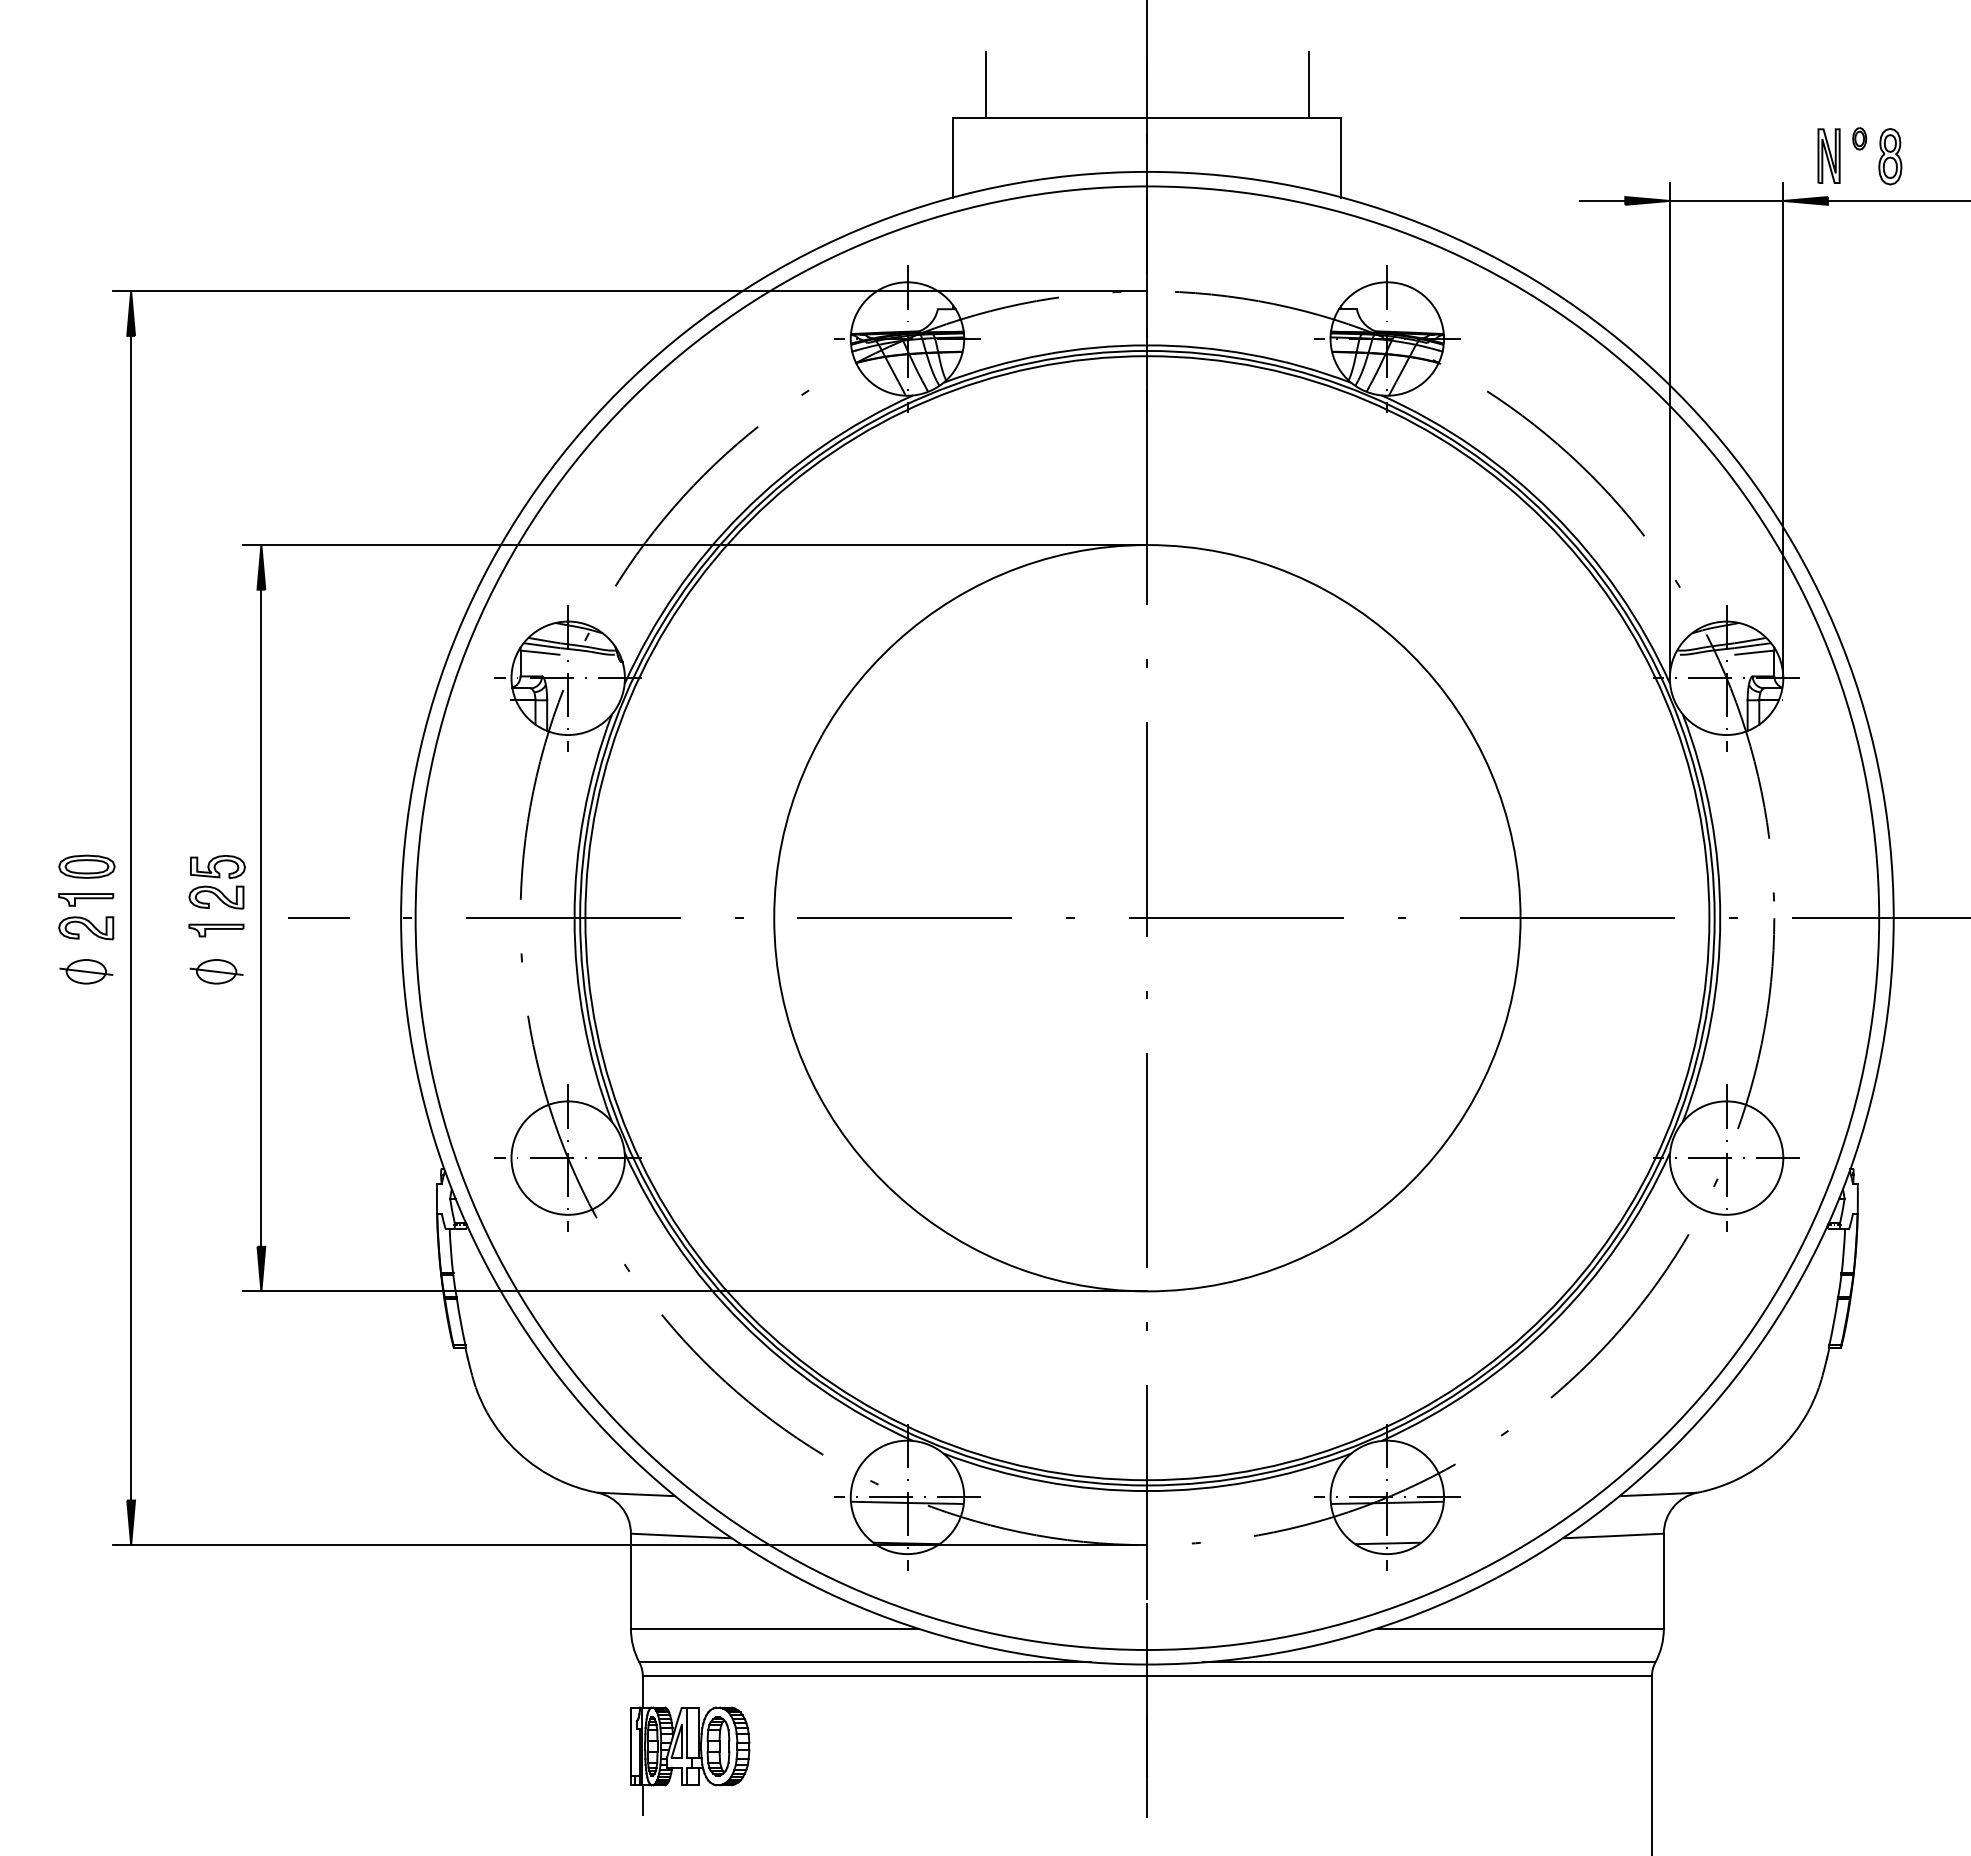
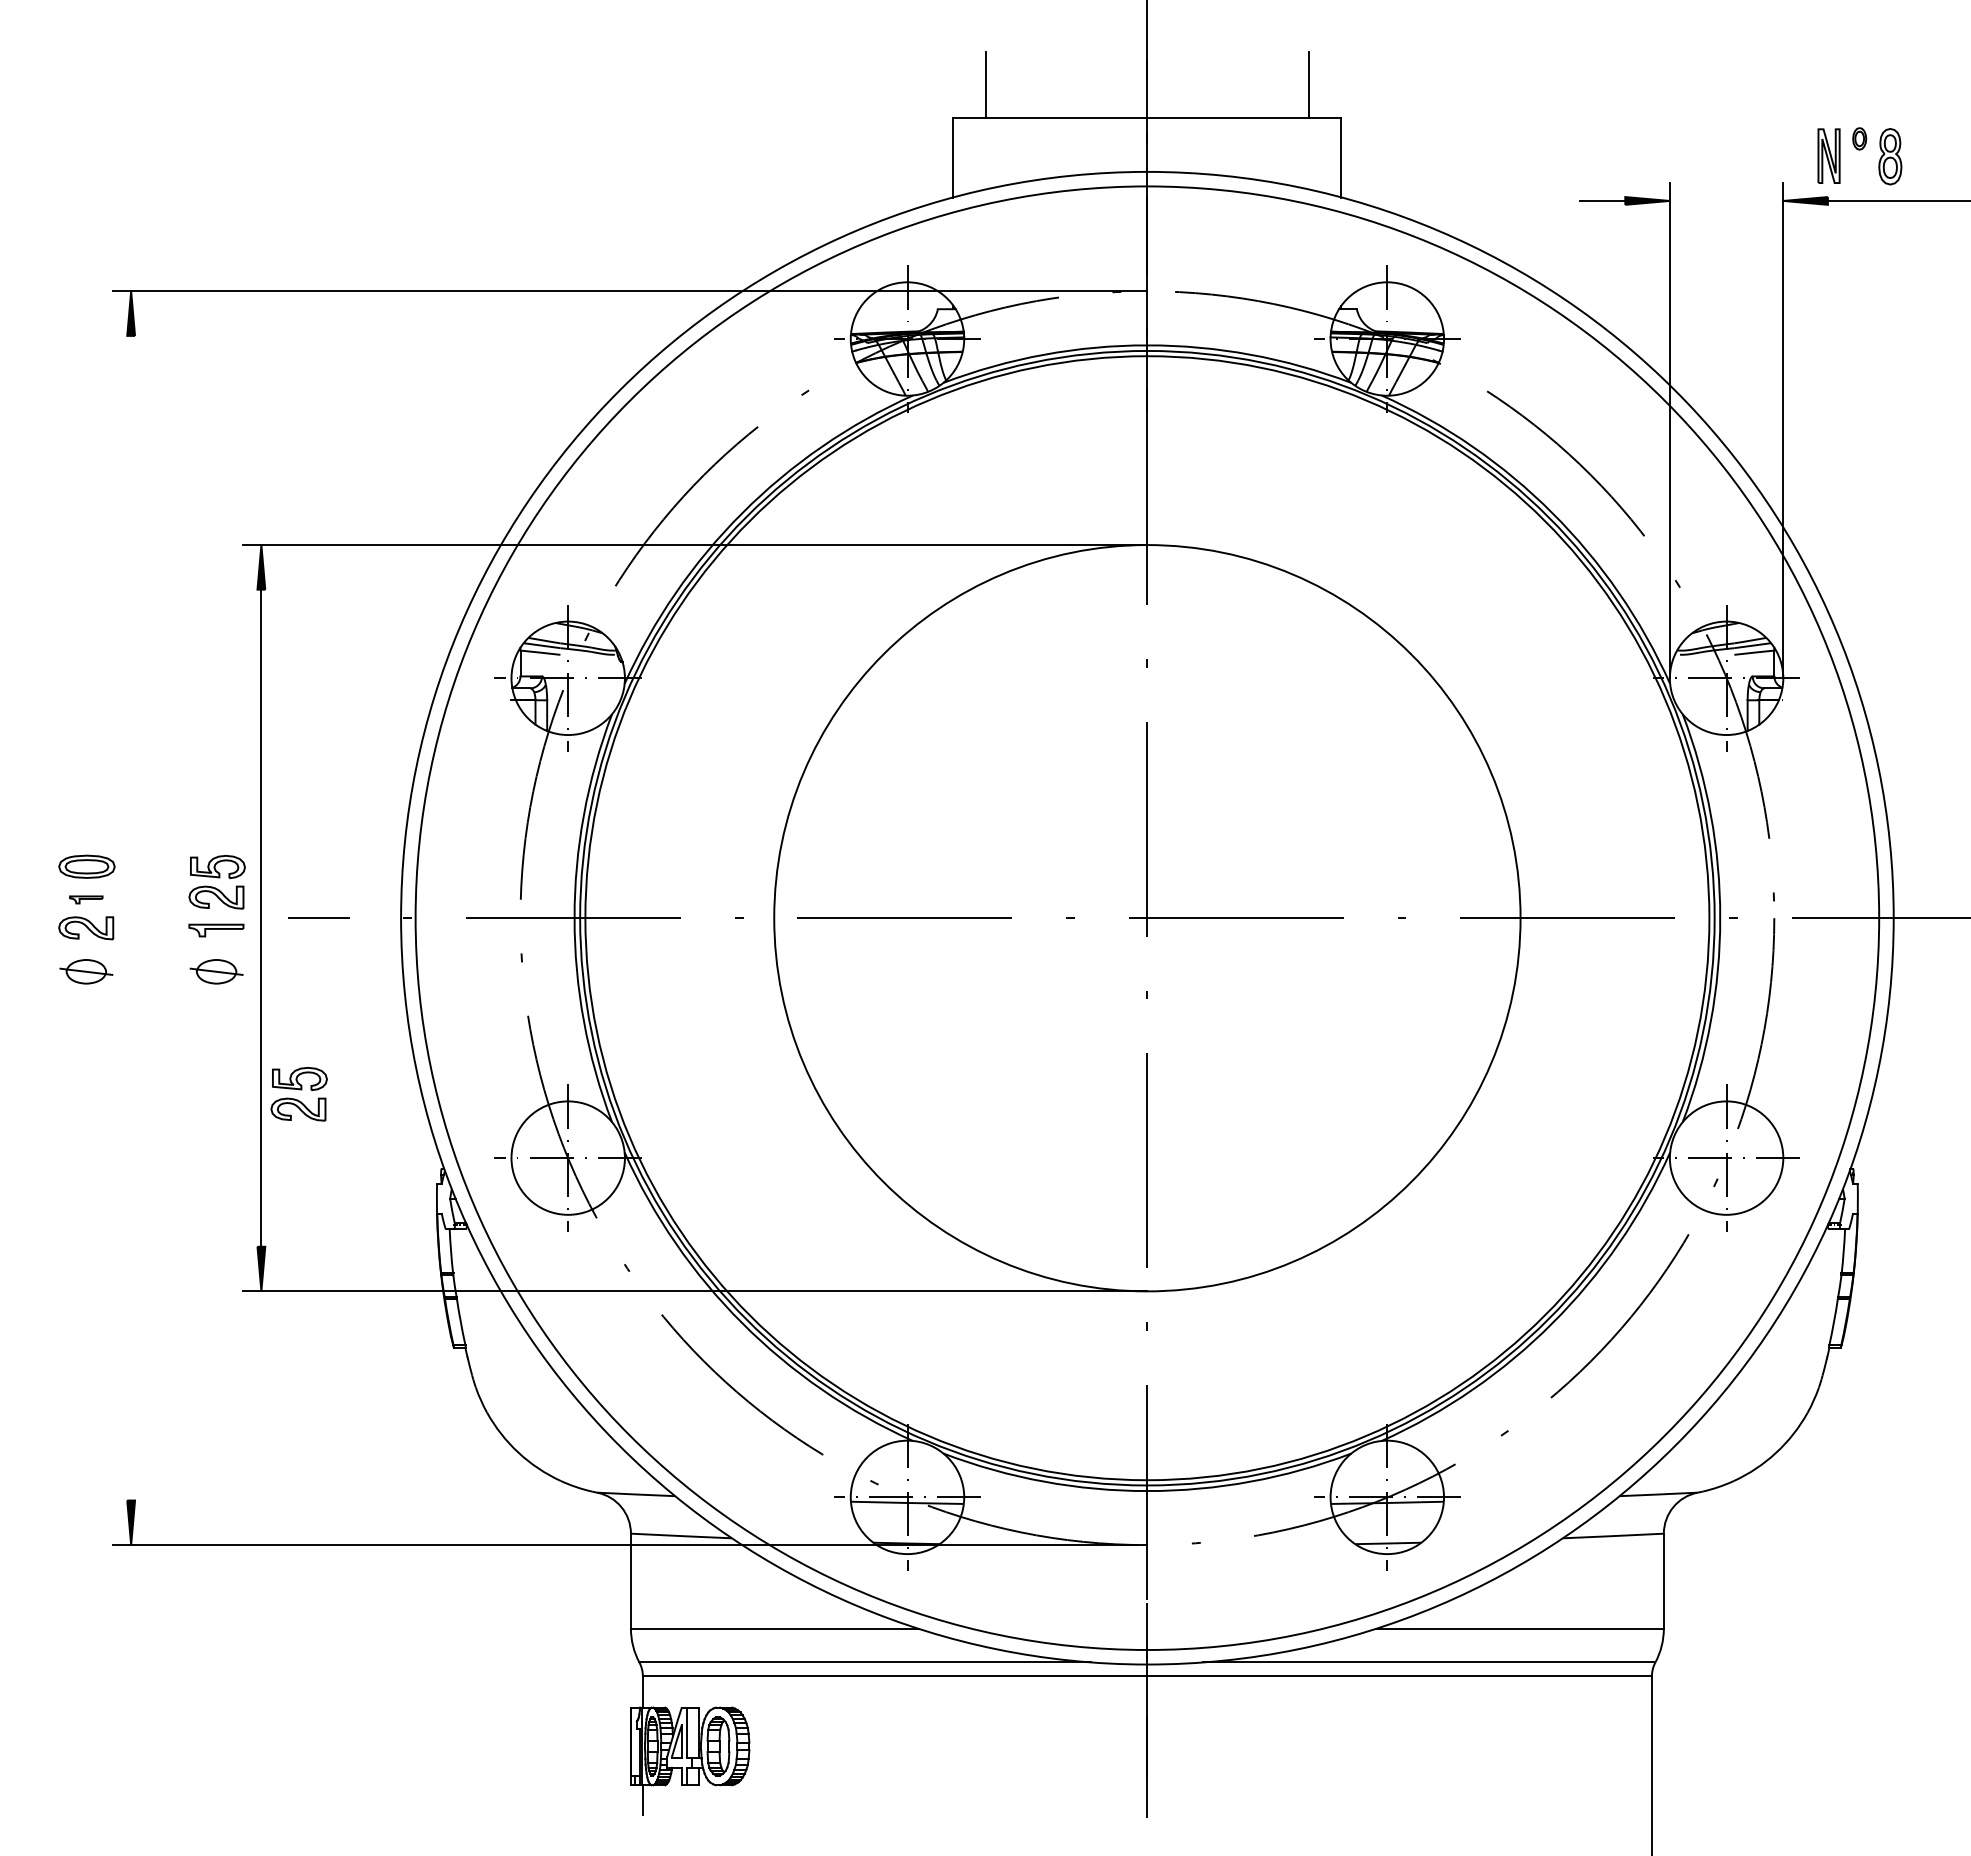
line at (1726, 200): present -> none
part at (86, 899) size: 57x14 px -> 35x10 px
line at (131, 917): present -> none
part at (298, 1094): none -> present
